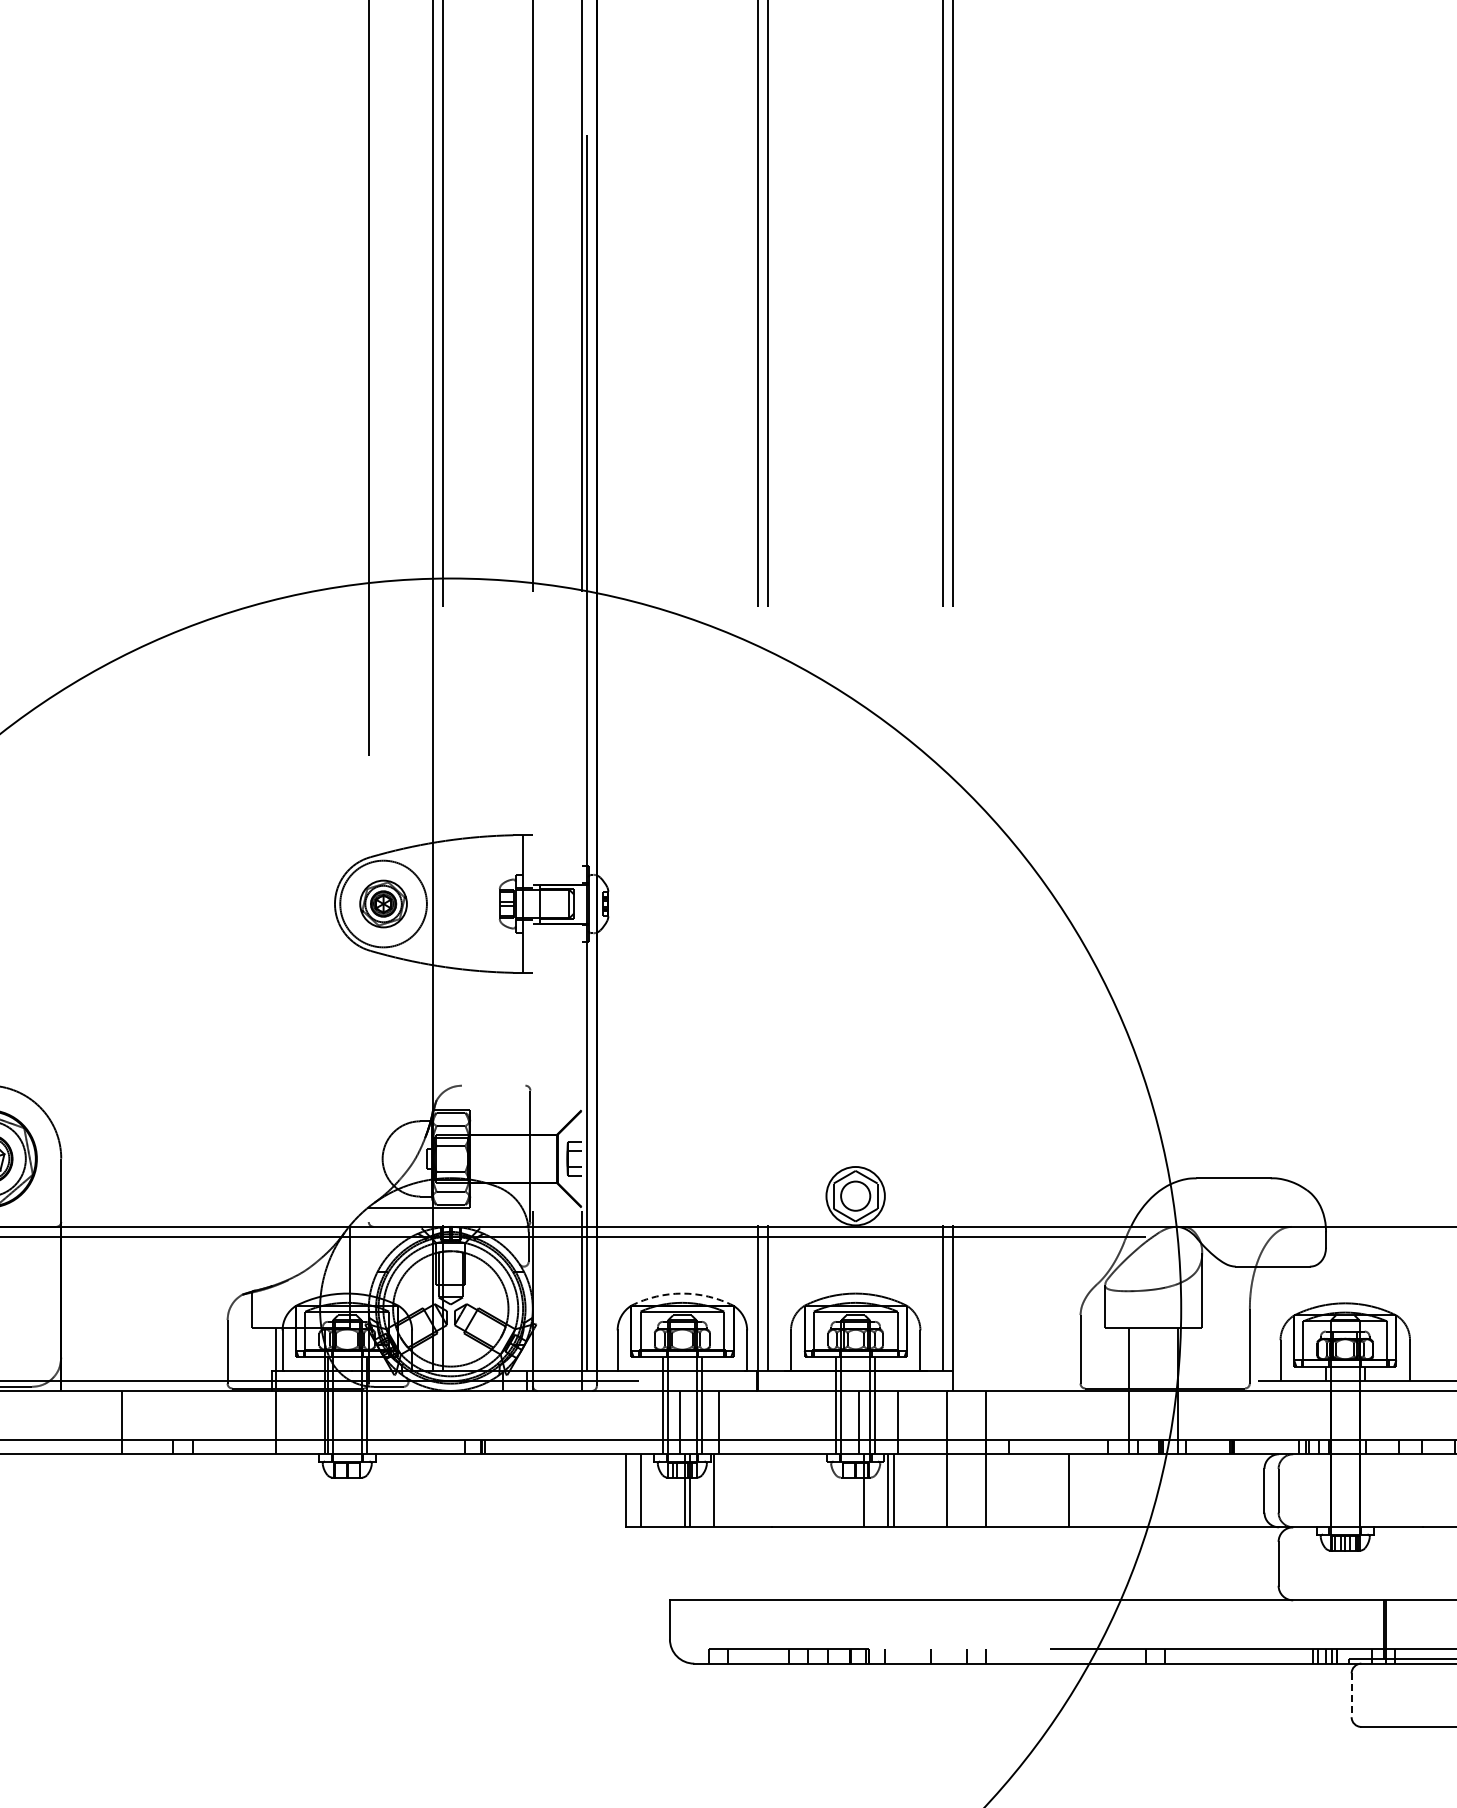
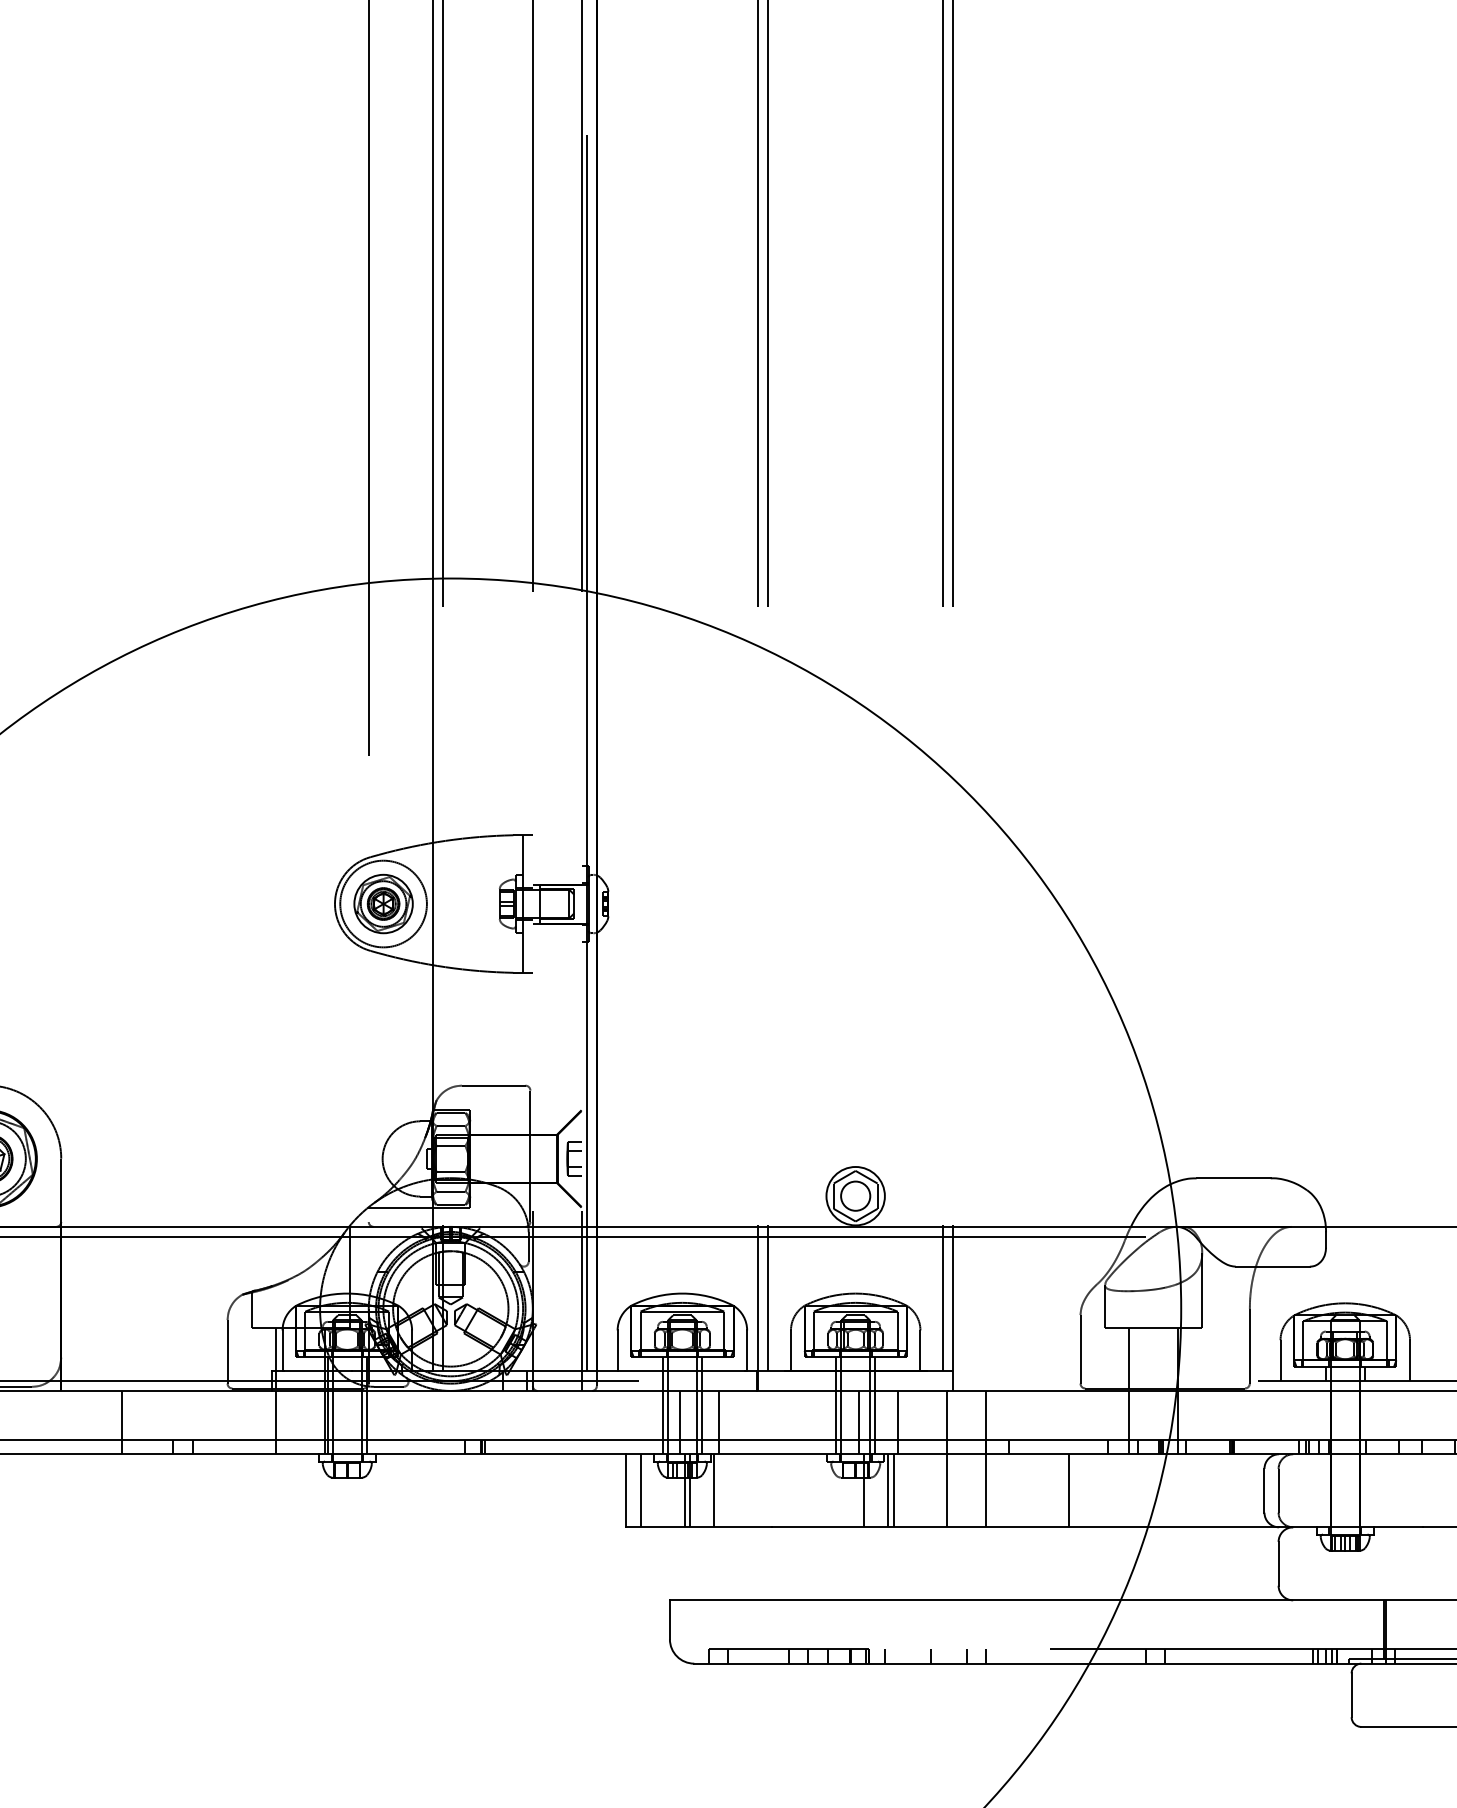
part at (383, 903) size: 49x50 px -> 61x62 px
line at (493, 1085): none -> present
arc at (682, 1293): dashed -> solid
line at (1351, 1695): dashed -> solid
